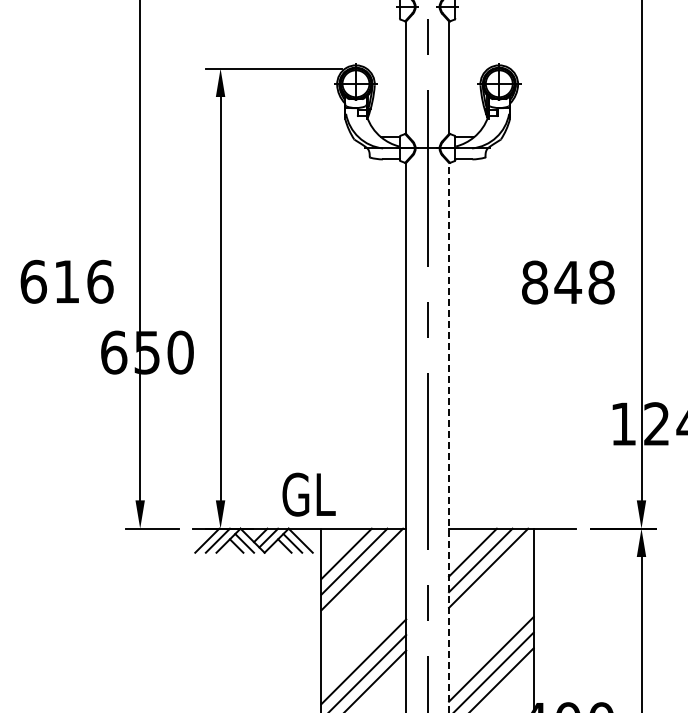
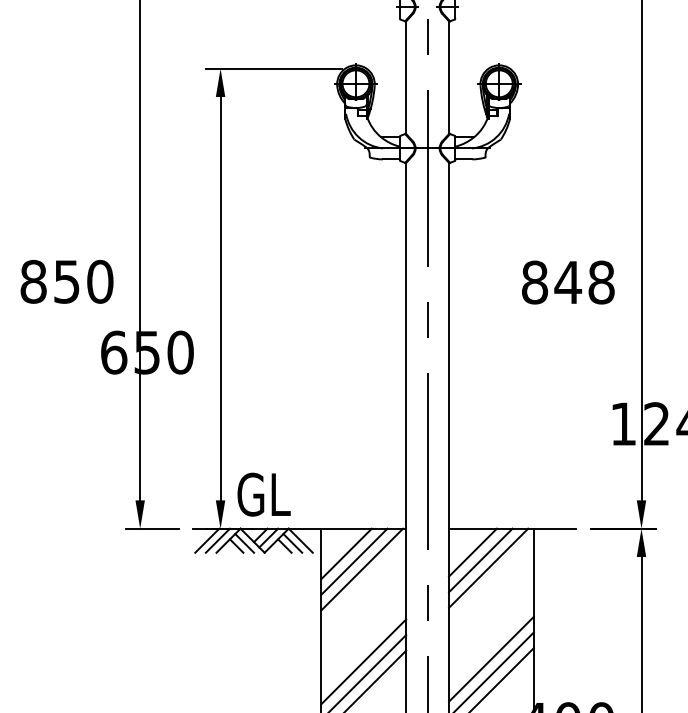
text at (66, 281): 616 -> 850
line at (449, 437): dashed -> solid
text at (308, 494) position: (308, 494) -> (263, 494)
